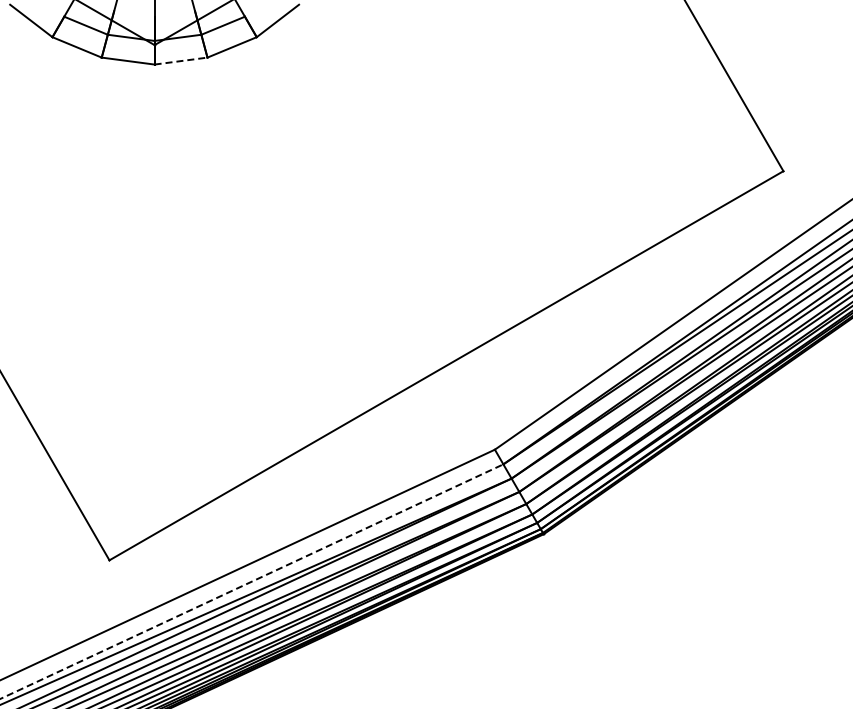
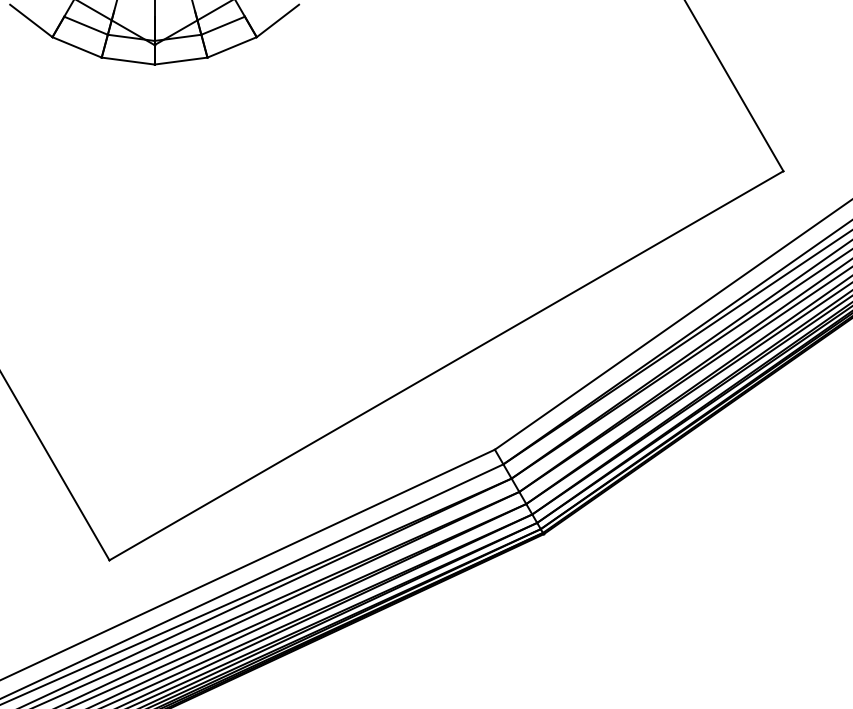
line at (181, 61): dashed -> solid
line at (252, 581): dashed -> solid
